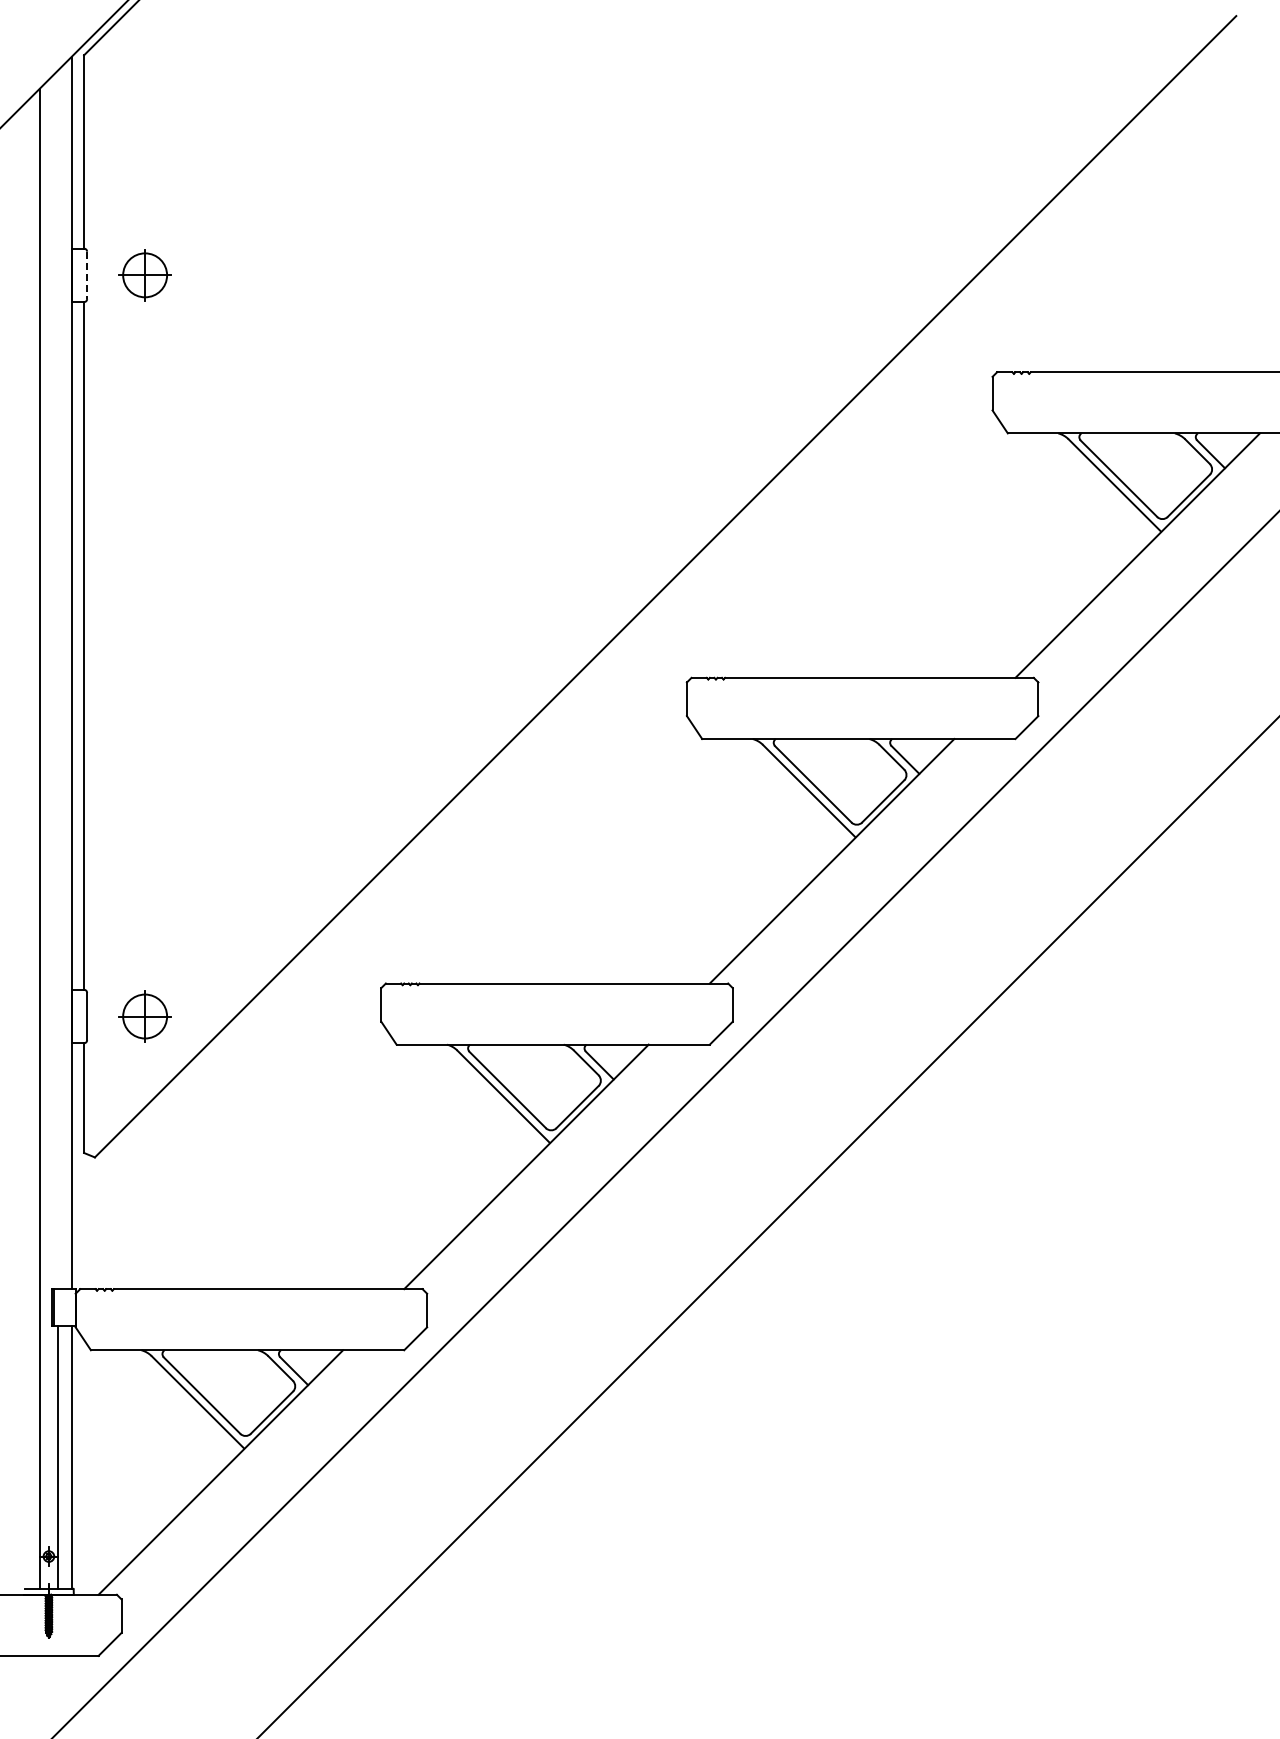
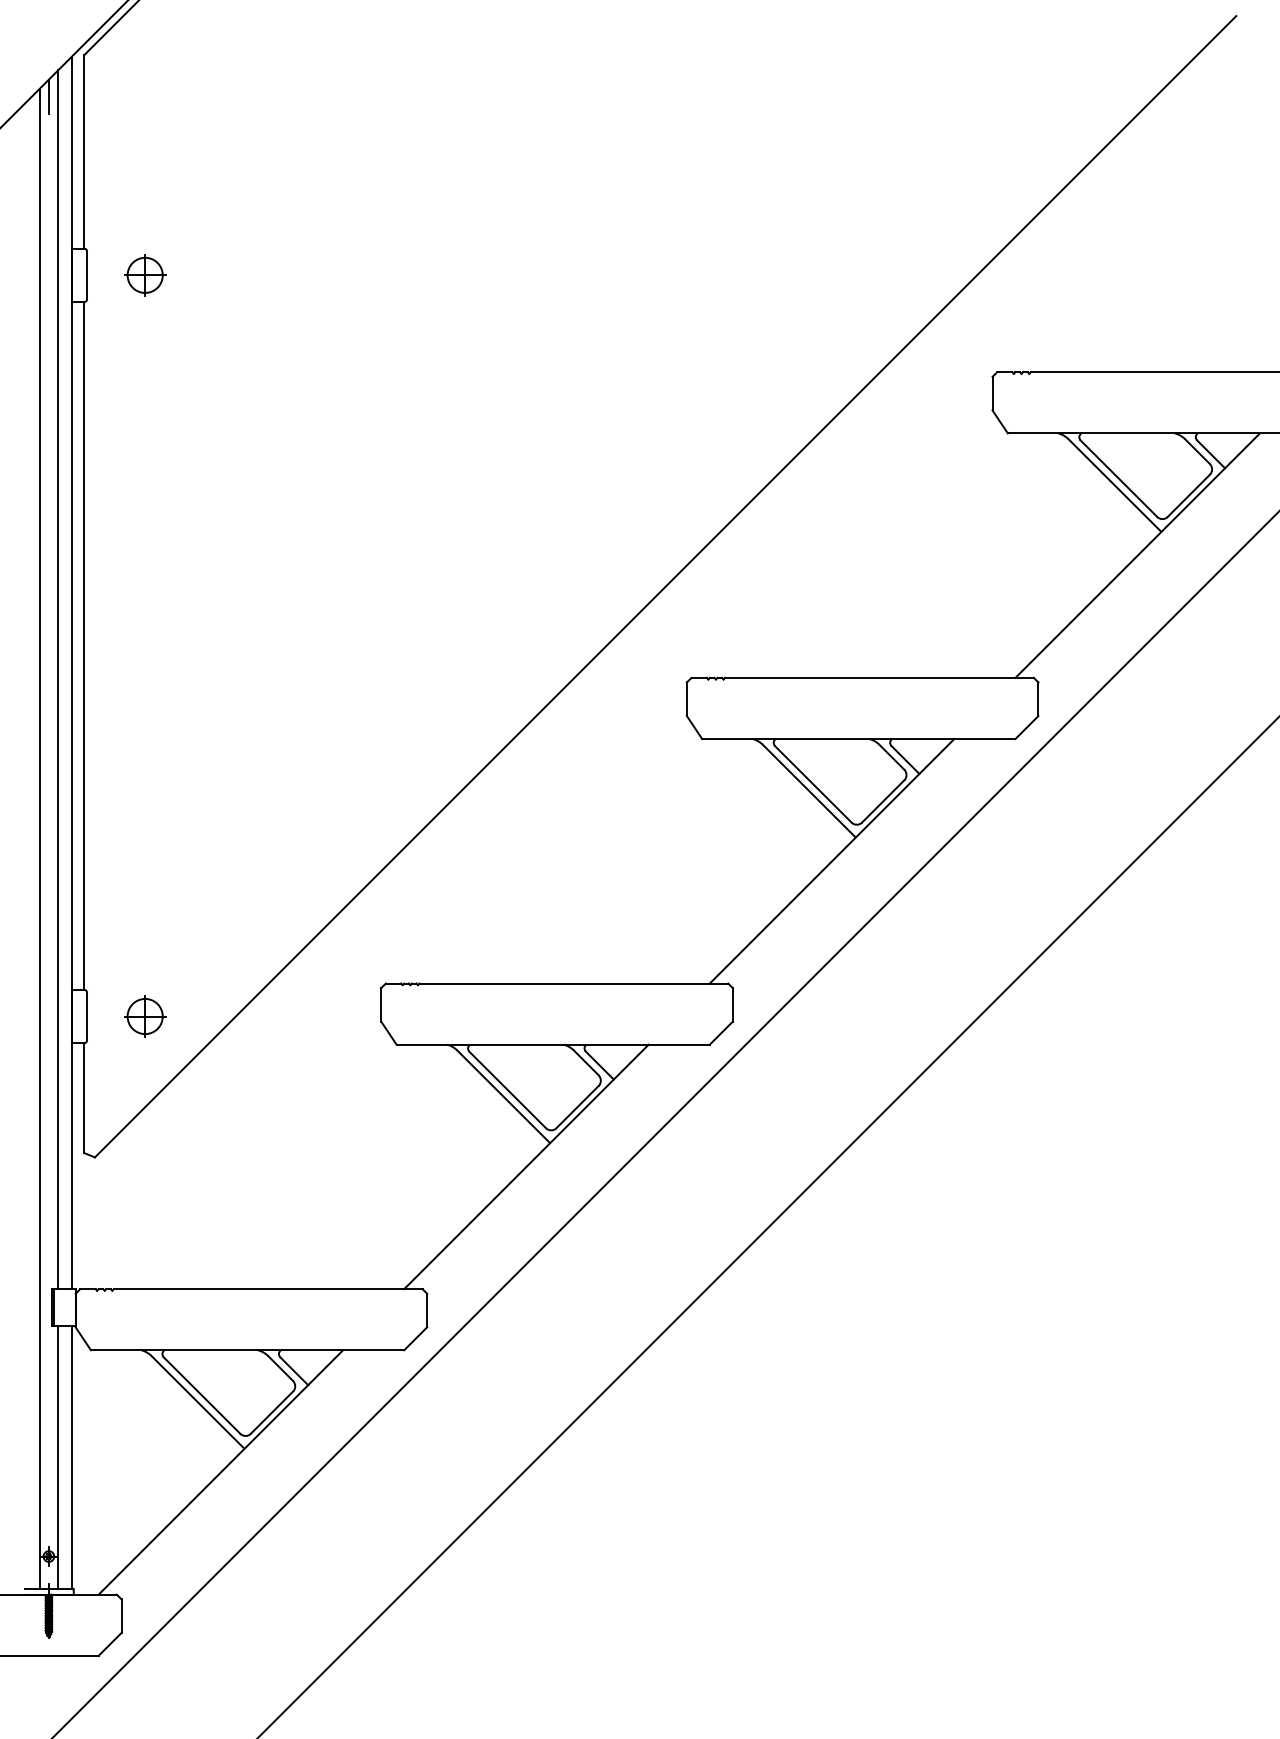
line at (48, 96): none -> present
line at (87, 275): dashed -> solid
part at (144, 275) size: 54x53 px -> 43x43 px
line at (58, 679): none -> present
part at (144, 1016) size: 54x53 px -> 43x43 px
